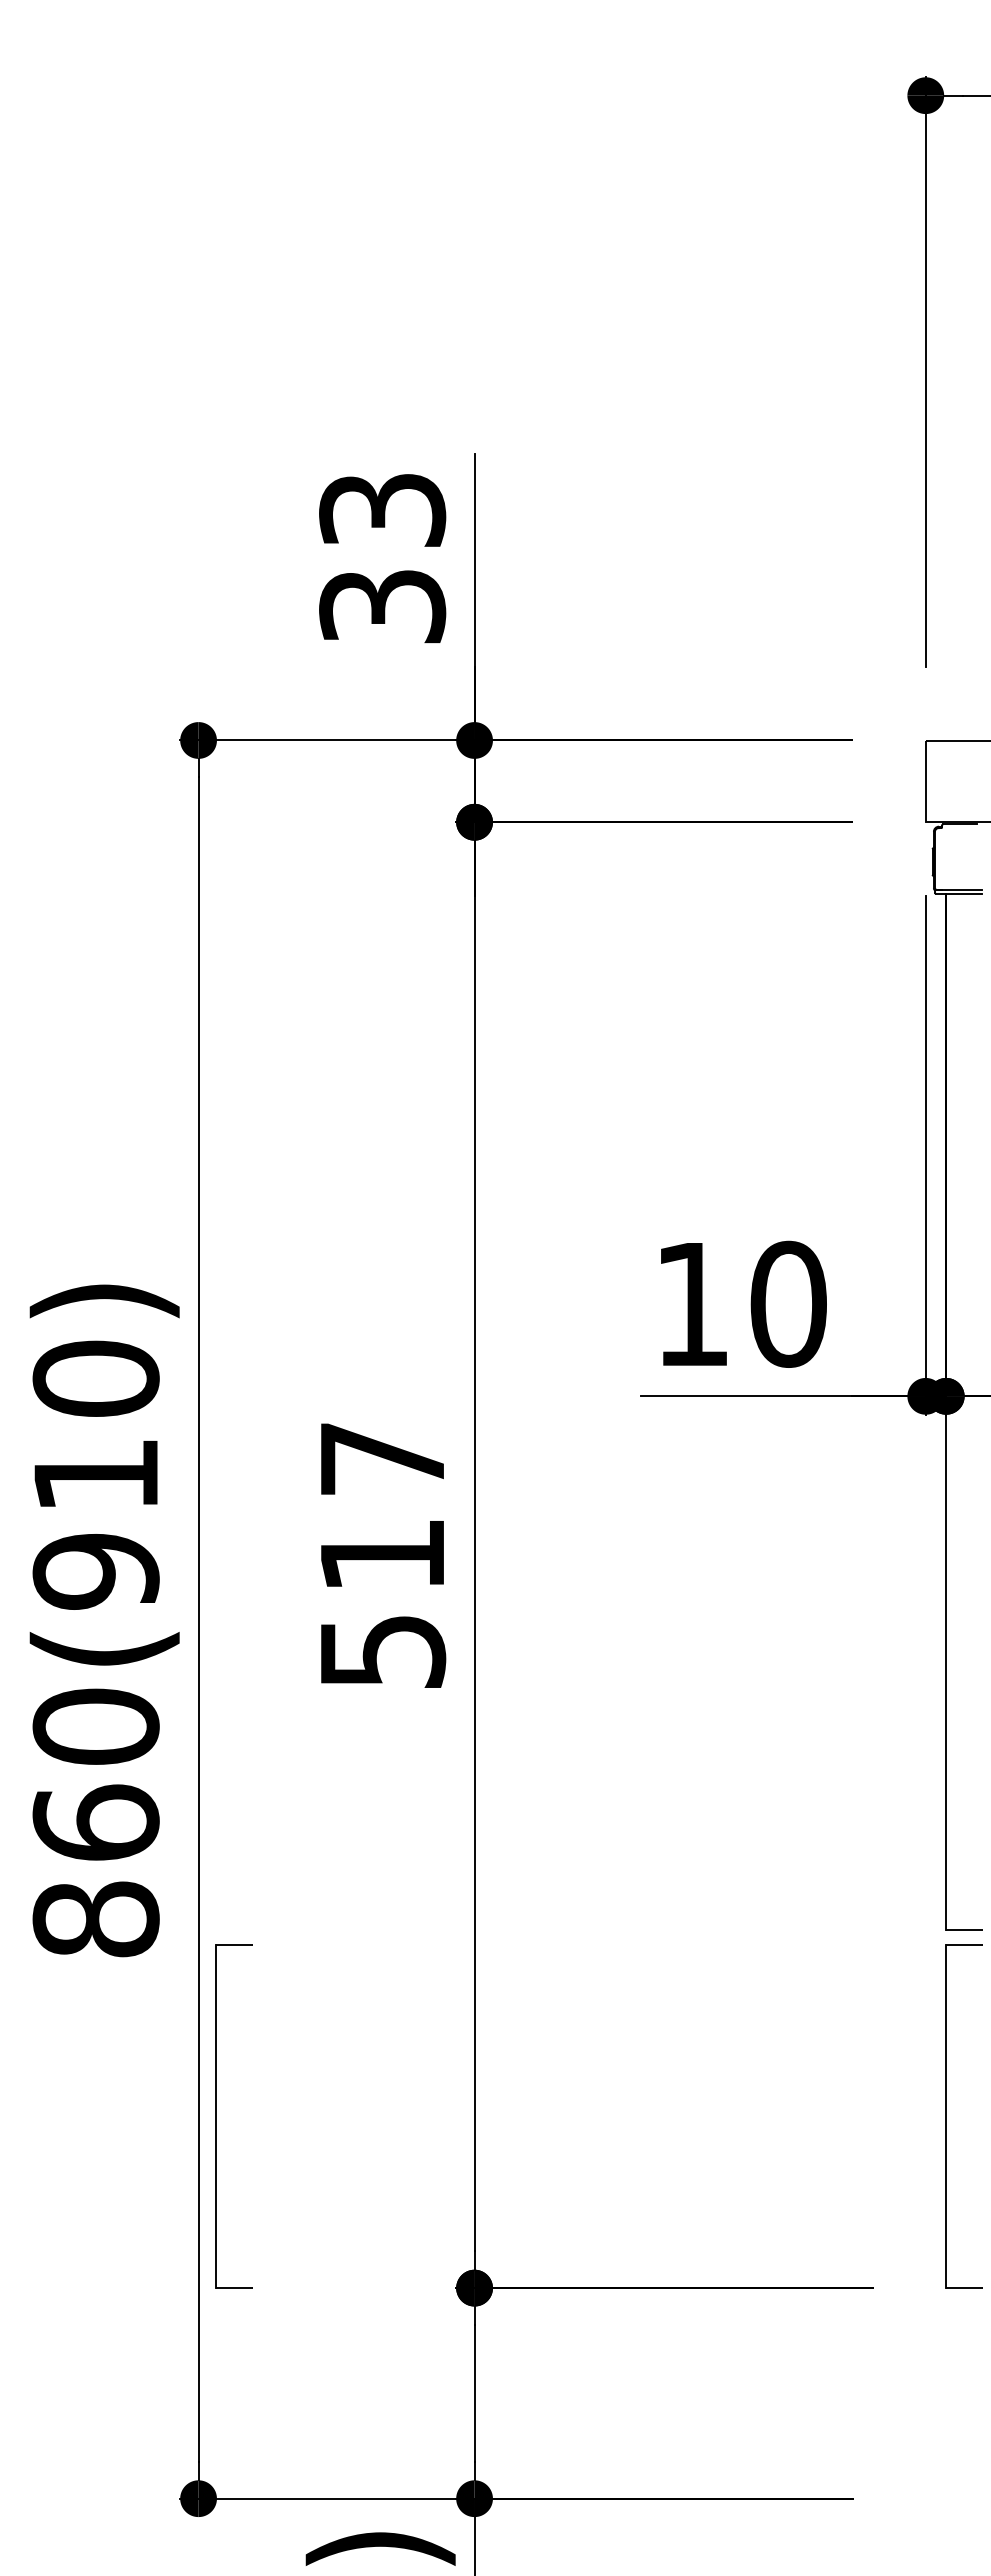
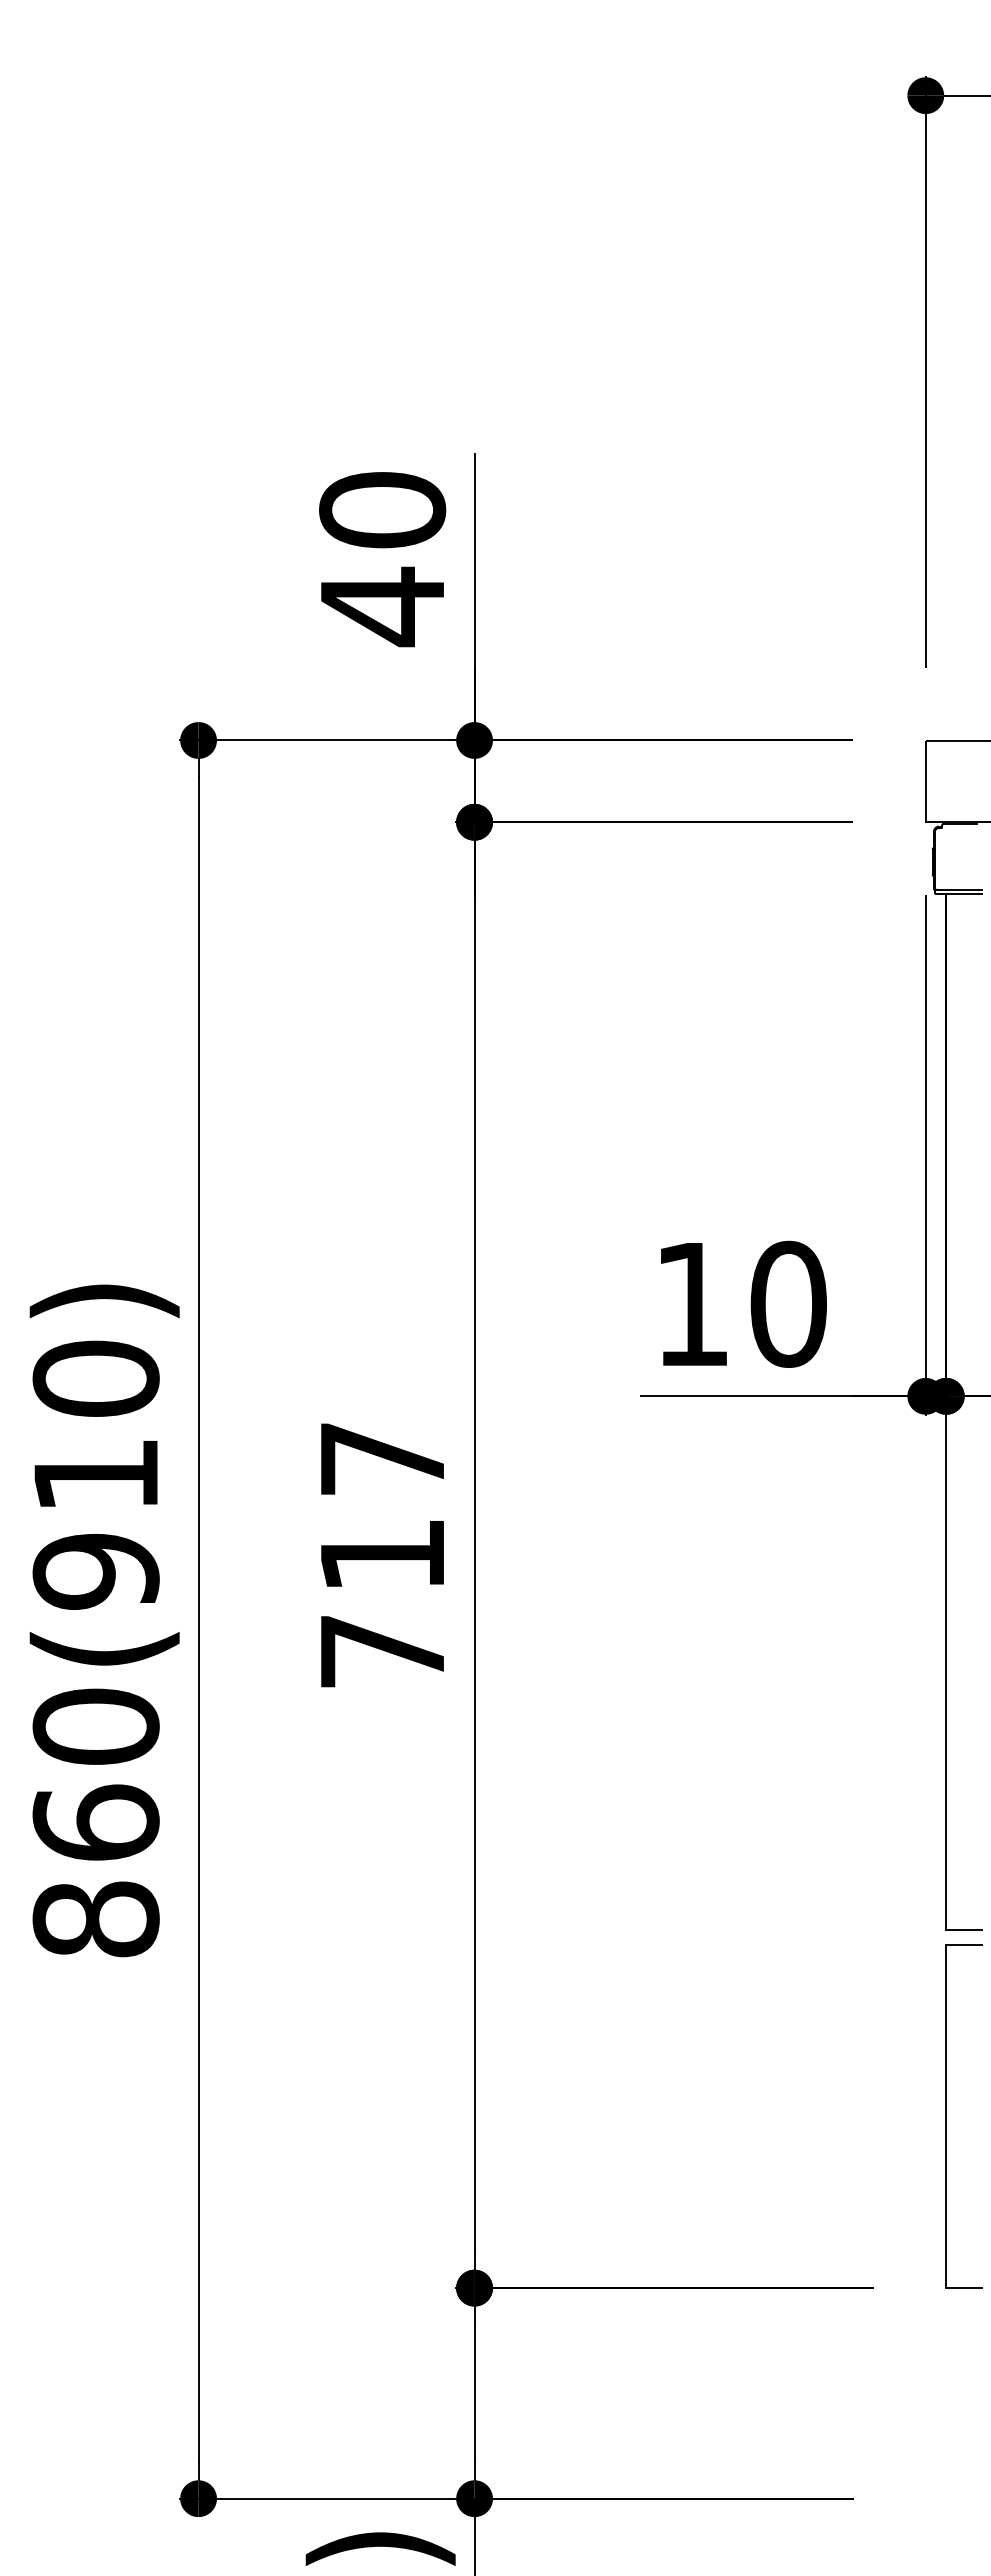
text at (382, 559): 33 -> 40
text at (383, 1651): 517 -> 717
part at (216, 2116): present -> none
